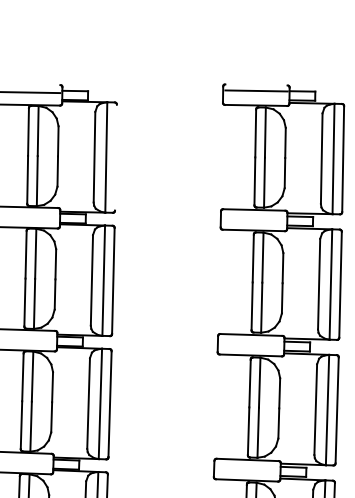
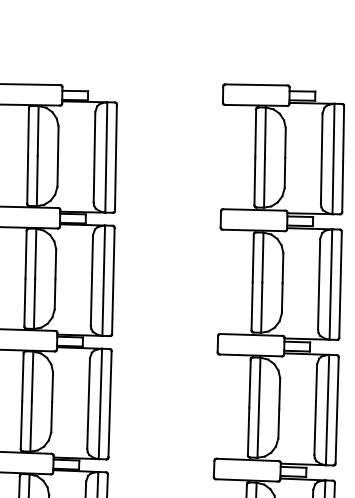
line at (256, 90) position: (256, 90) -> (256, 84)
line at (31, 92) position: (31, 92) -> (31, 84)
line at (115, 157): none -> present
